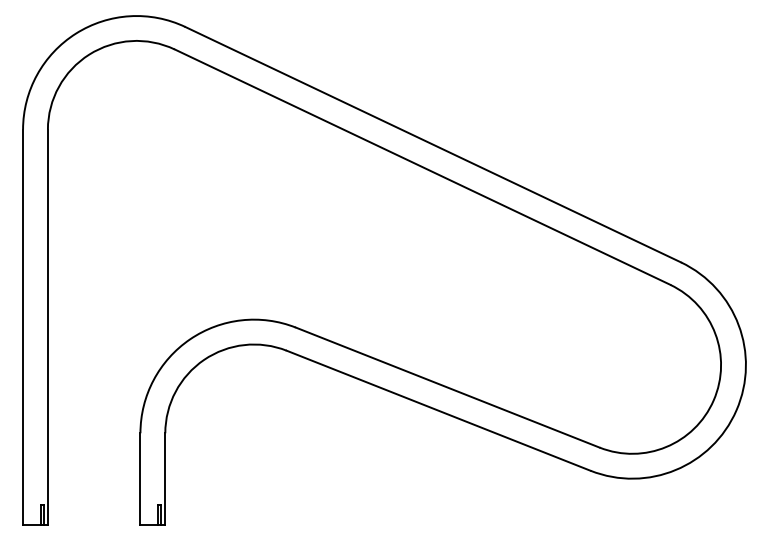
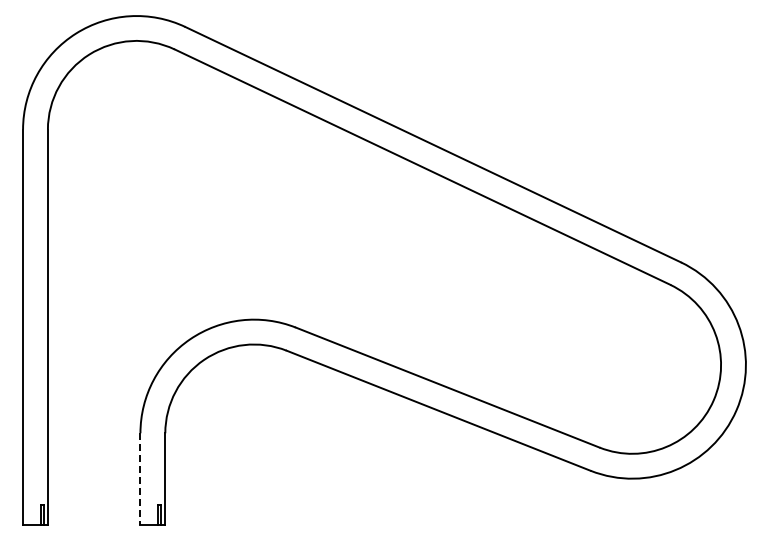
line at (140, 479): solid -> dashed
